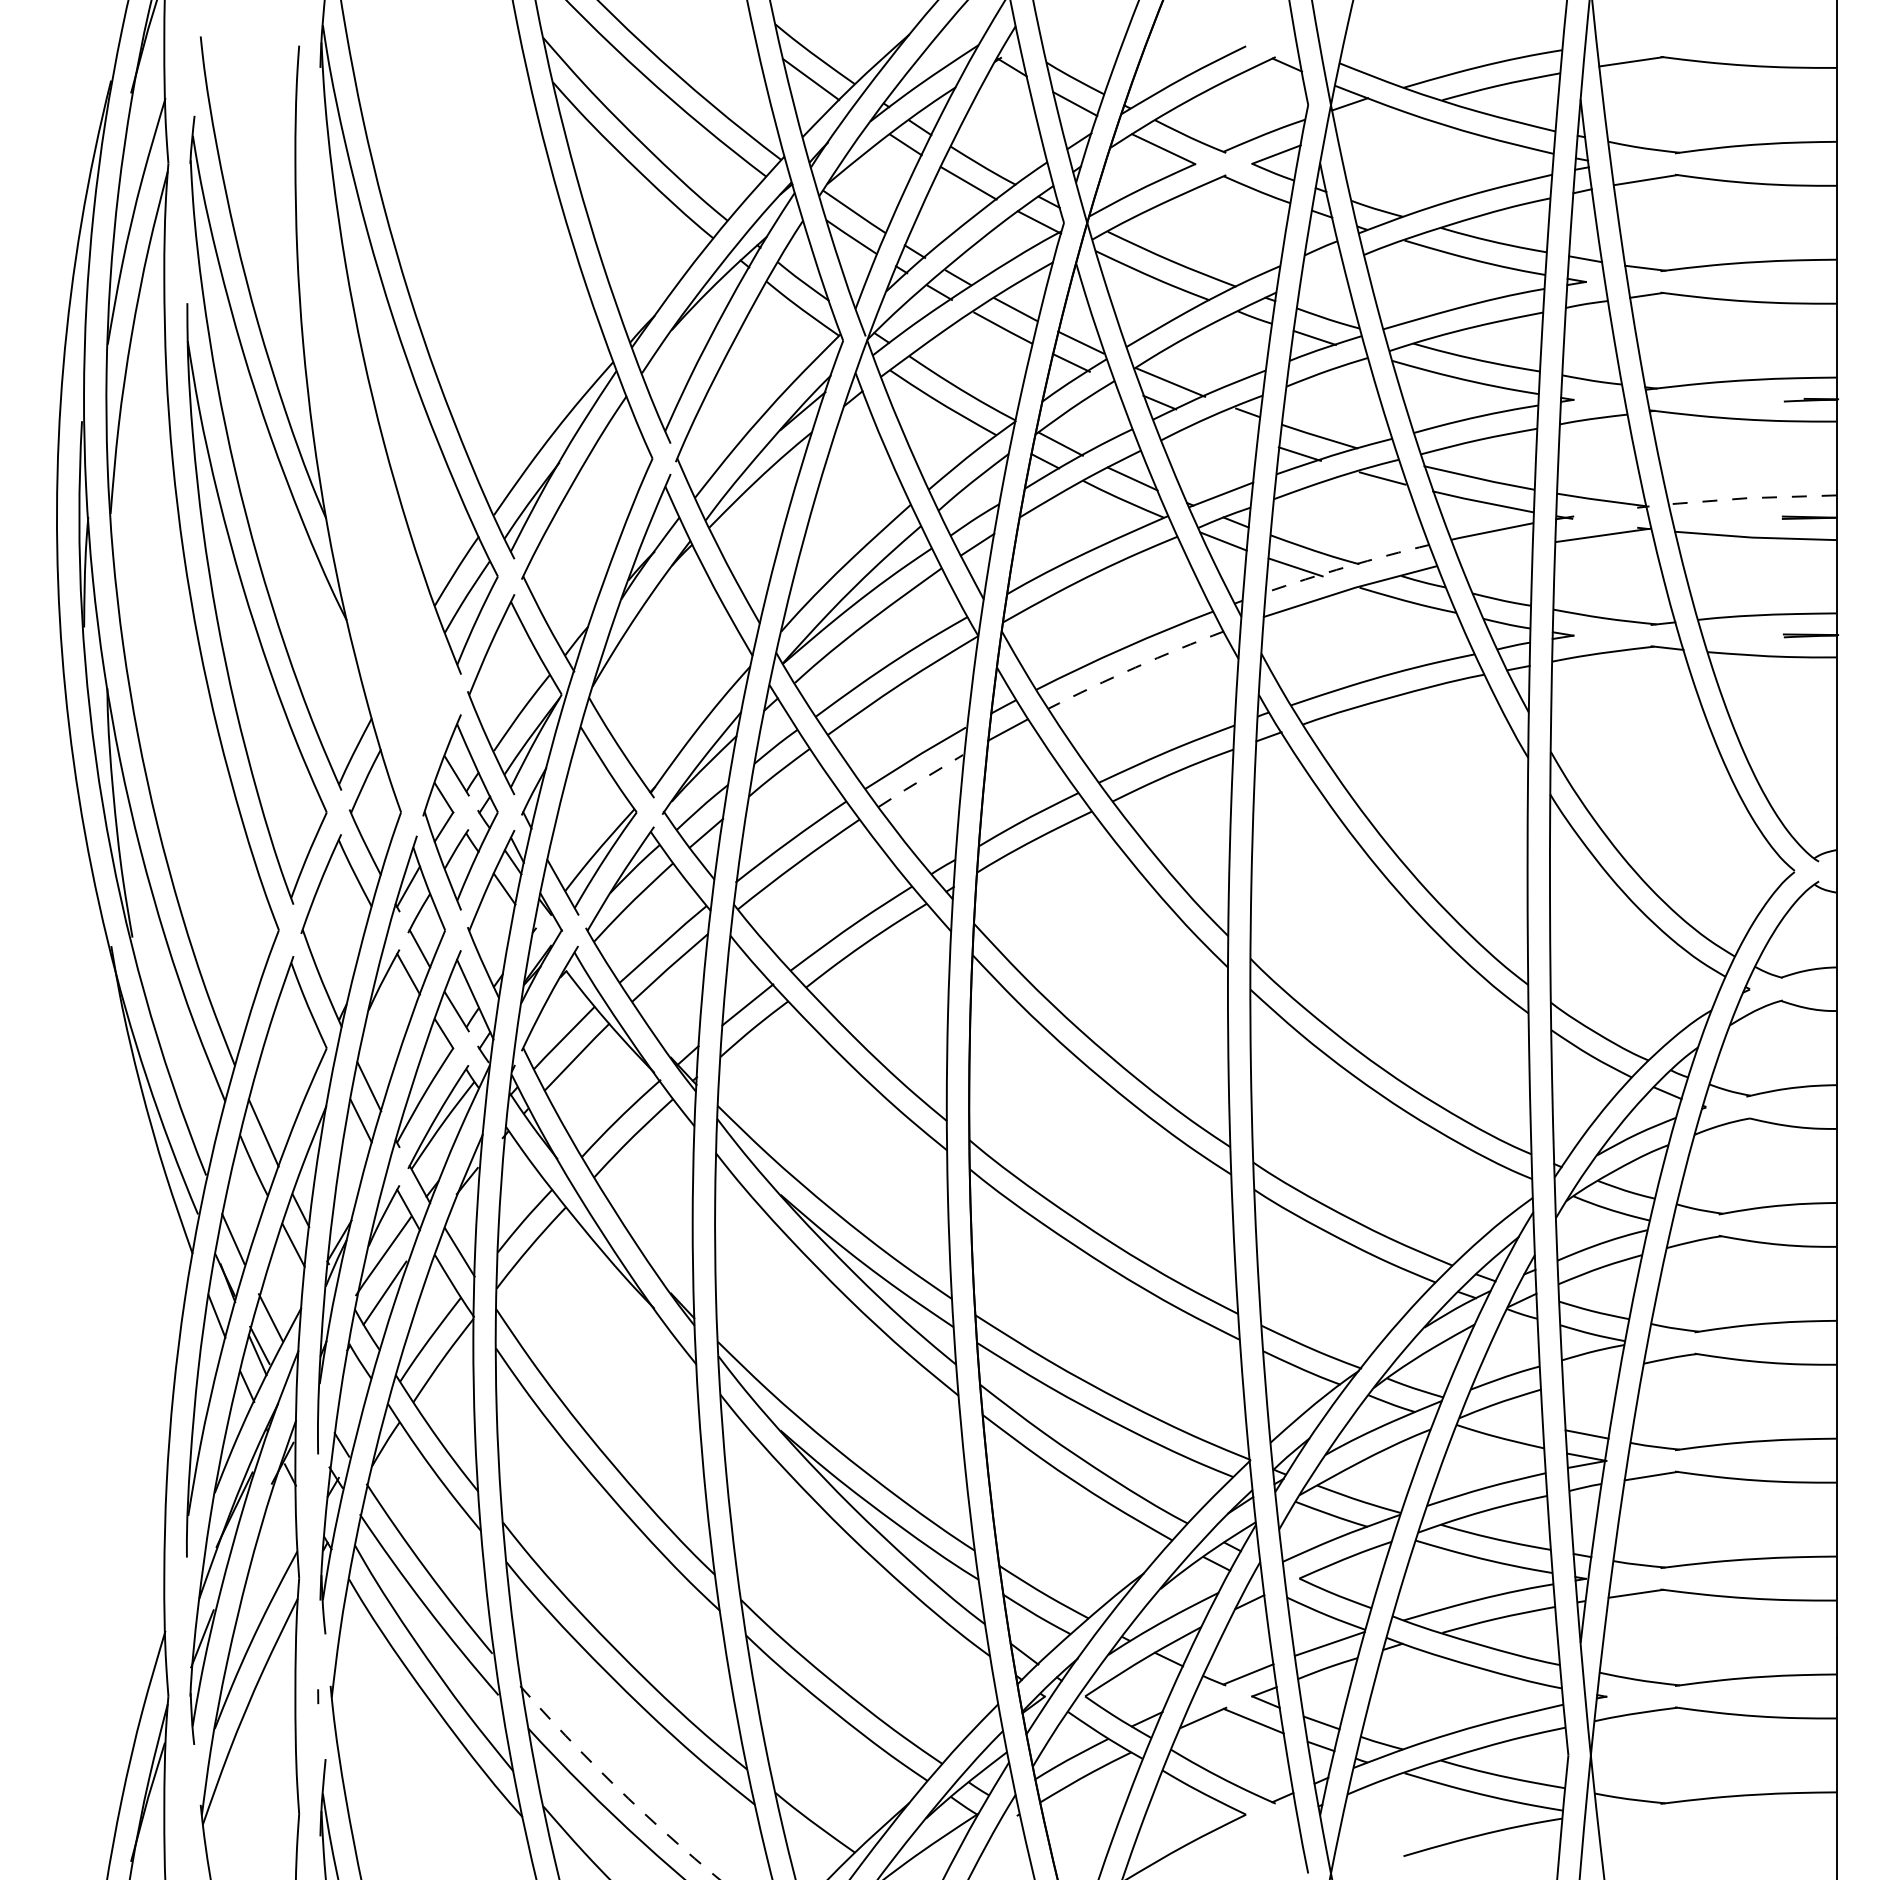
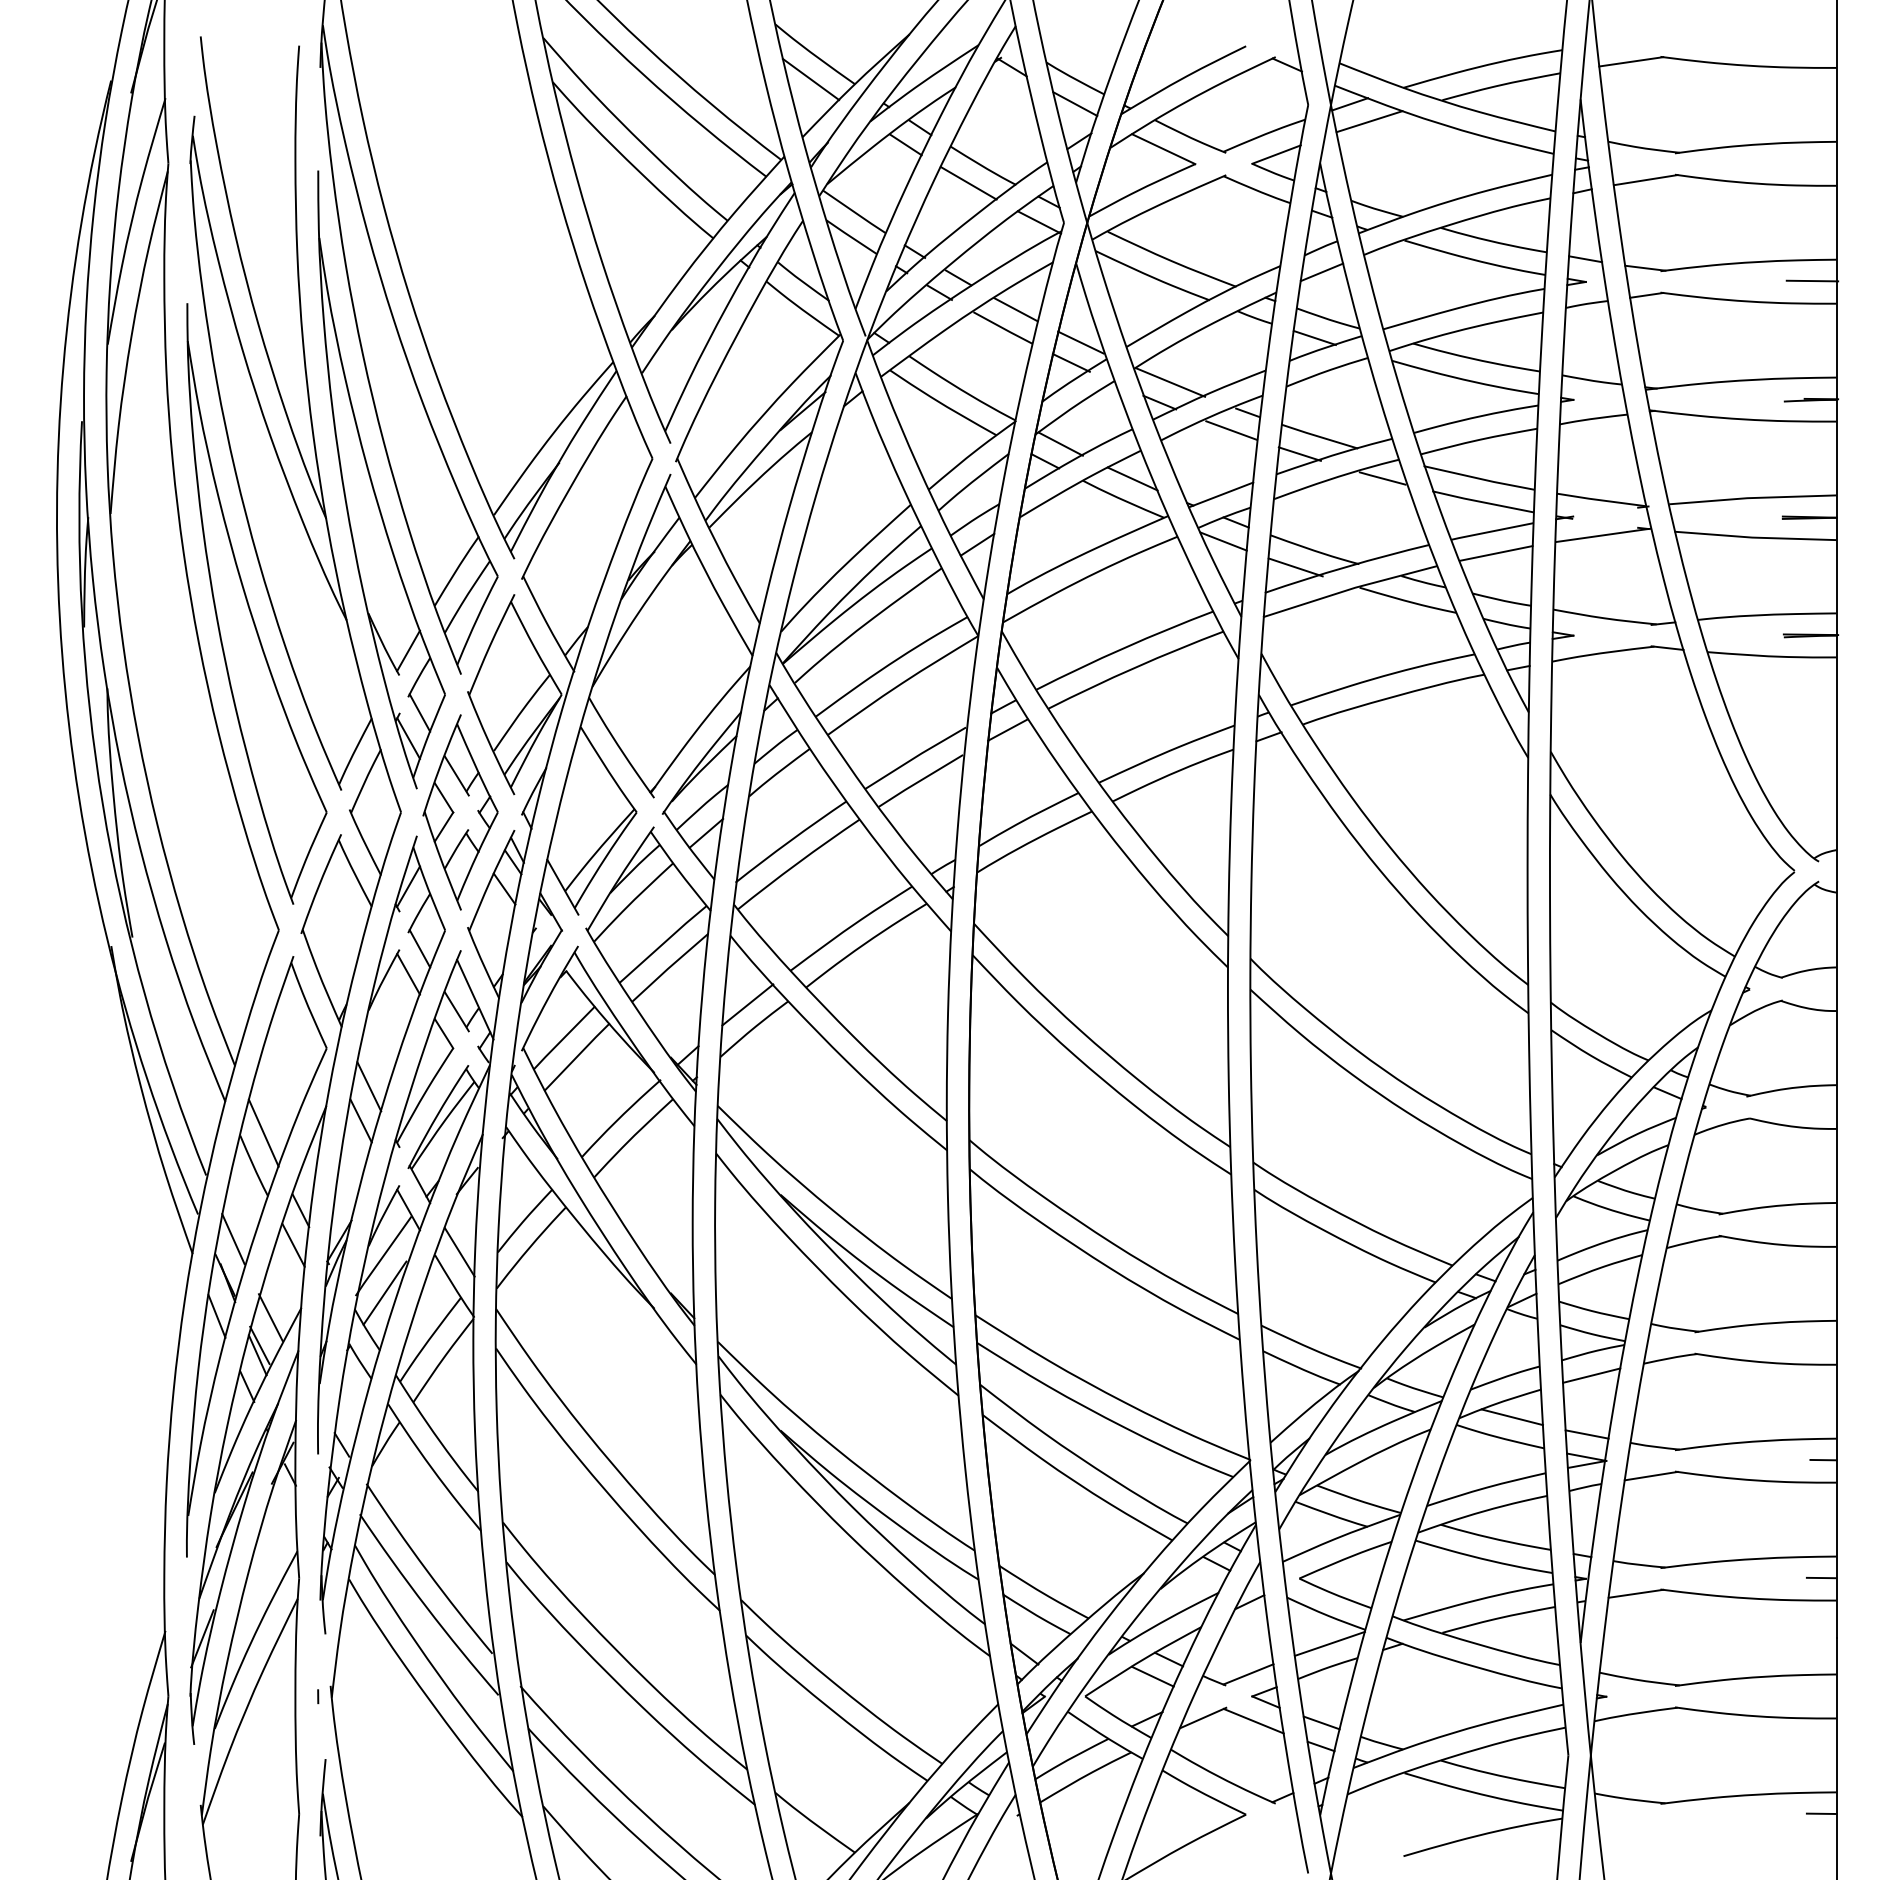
line at (1369, 121): none -> present
line at (1321, 272): none -> present
line at (1812, 280): none -> present
line at (1231, 430): none -> present
part at (372, 481): none -> present
line at (1752, 498): dashed -> solid
line at (1495, 553): none -> present
arc at (1346, 566): dashed -> solid
arc at (1135, 667): dashed -> solid
line at (920, 780): dashed -> solid
line at (1591, 1375): none -> present
line at (1511, 1417): none -> present
line at (1823, 1459): none -> present
line at (1821, 1577): none -> present
line at (1152, 1676): none -> present
arc at (616, 1787): dashed -> solid
line at (1821, 1813): none -> present
